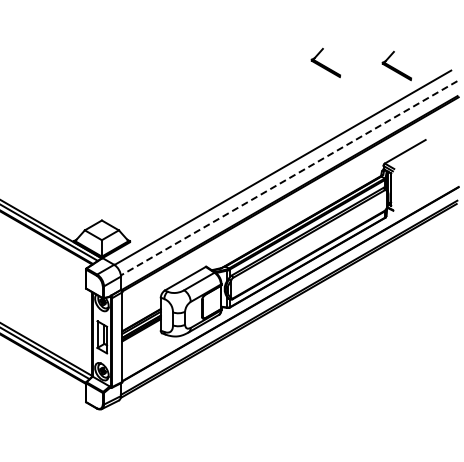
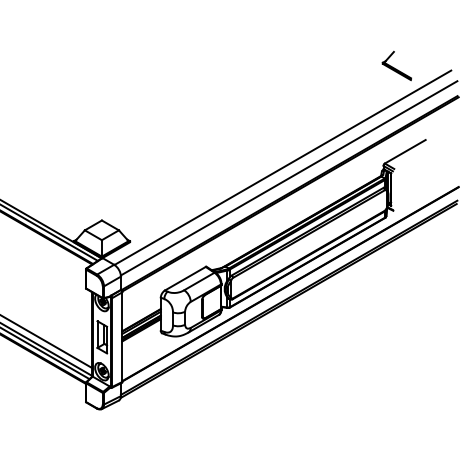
part at (325, 62): present -> none
line at (288, 178): dashed -> solid
line at (47, 342): none -> present
